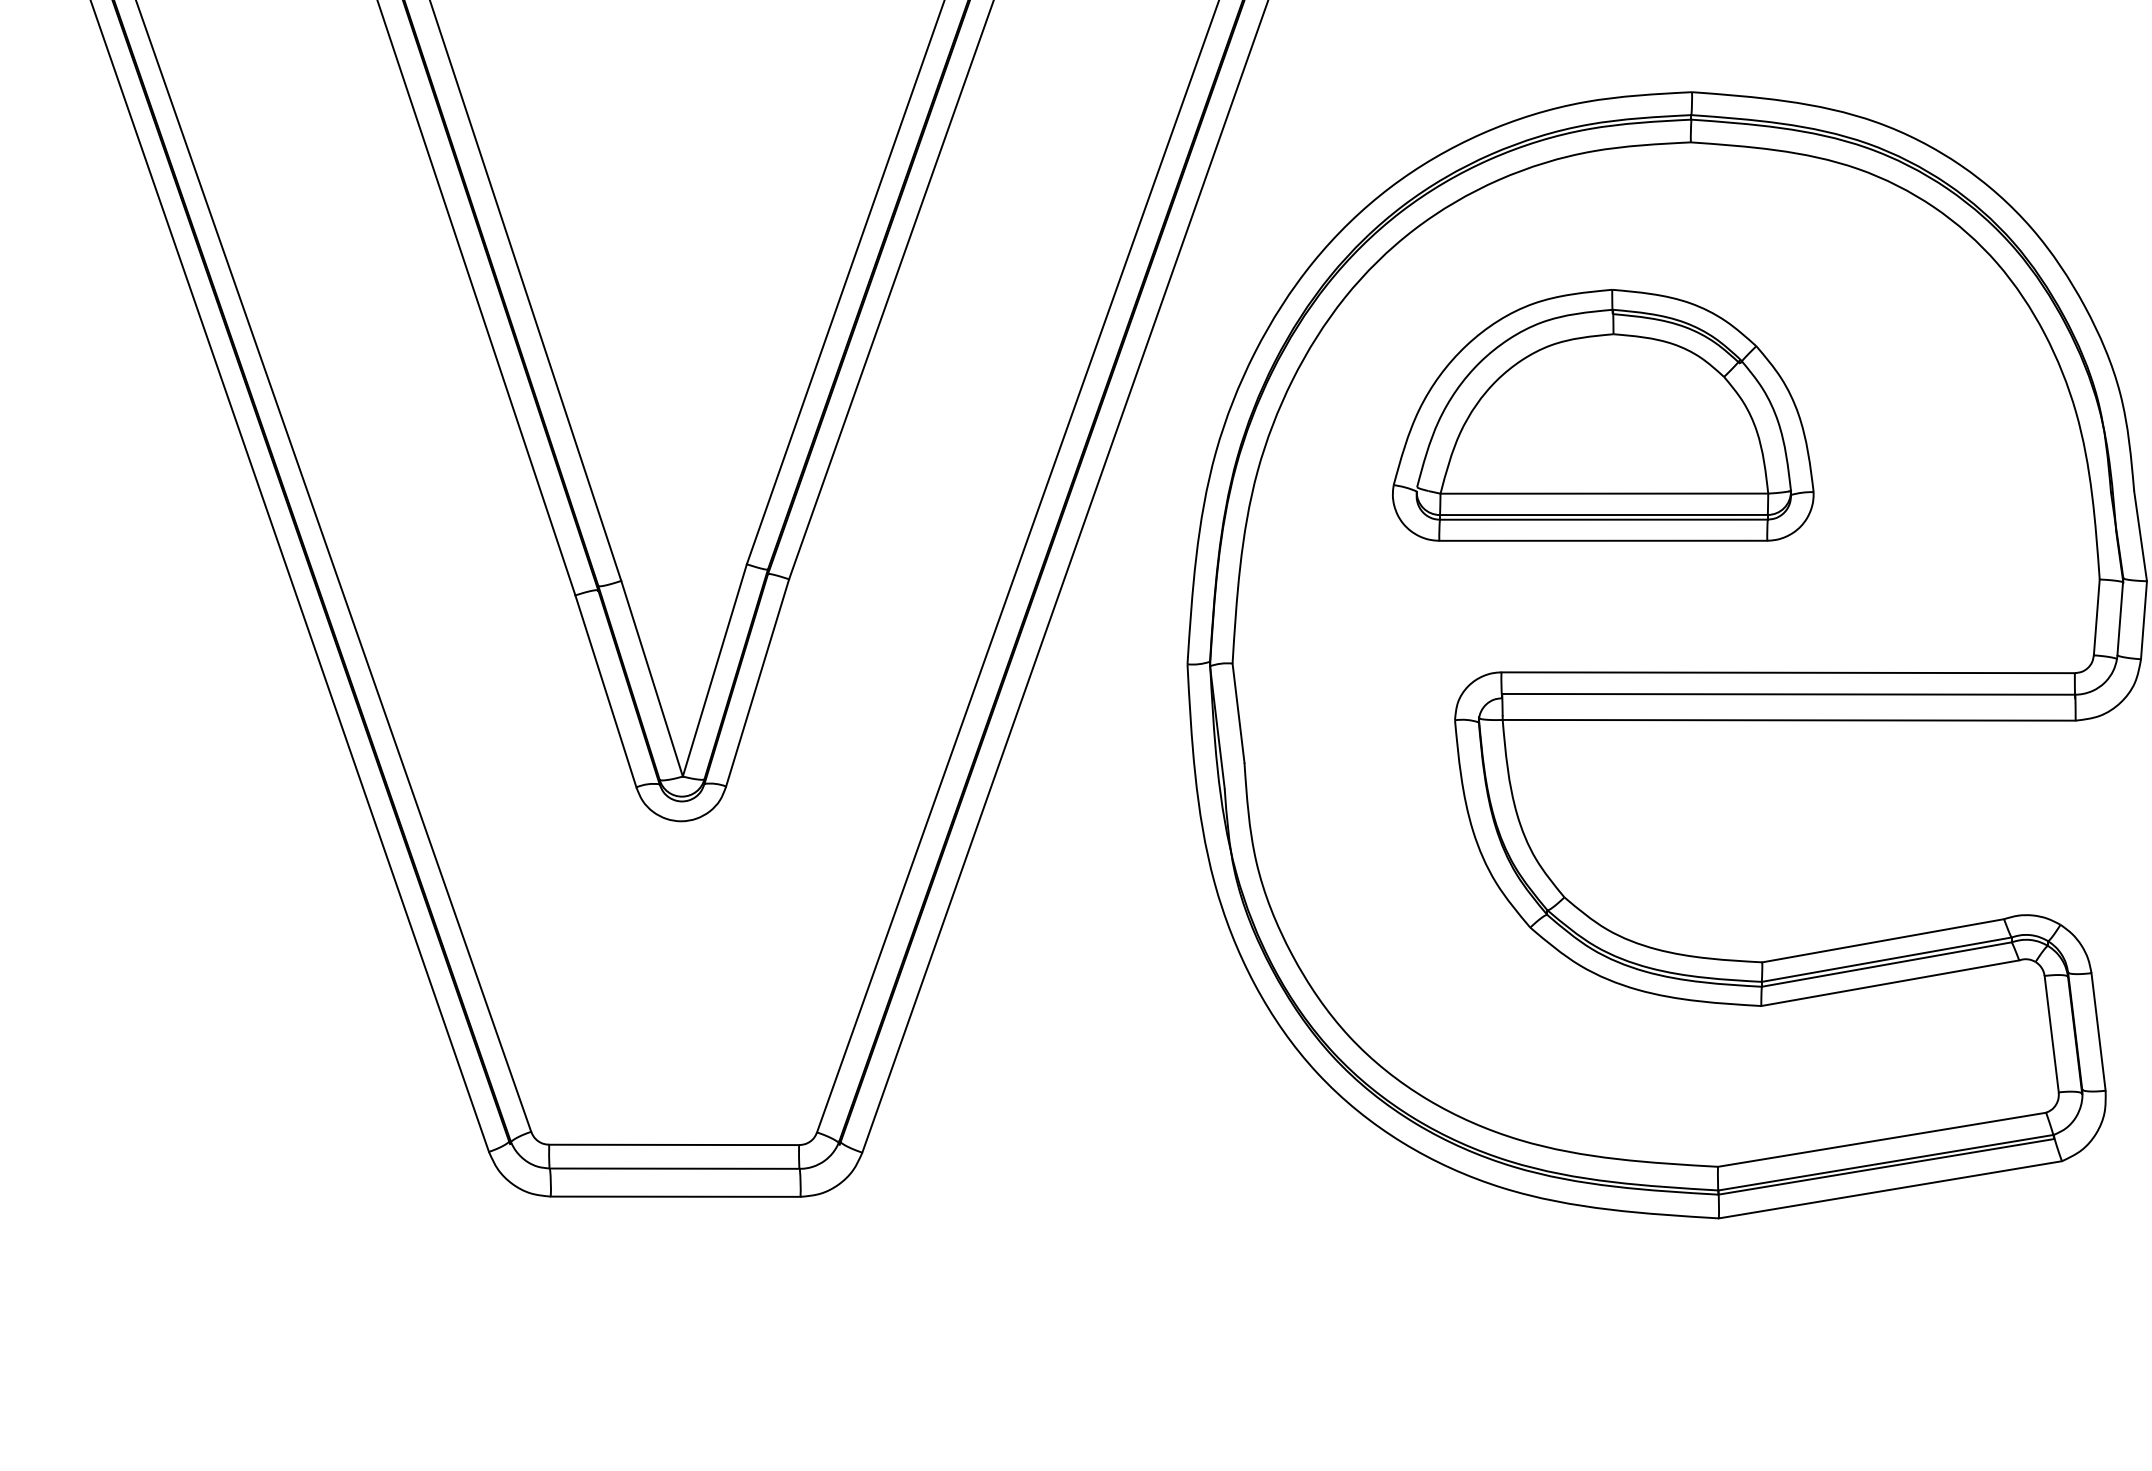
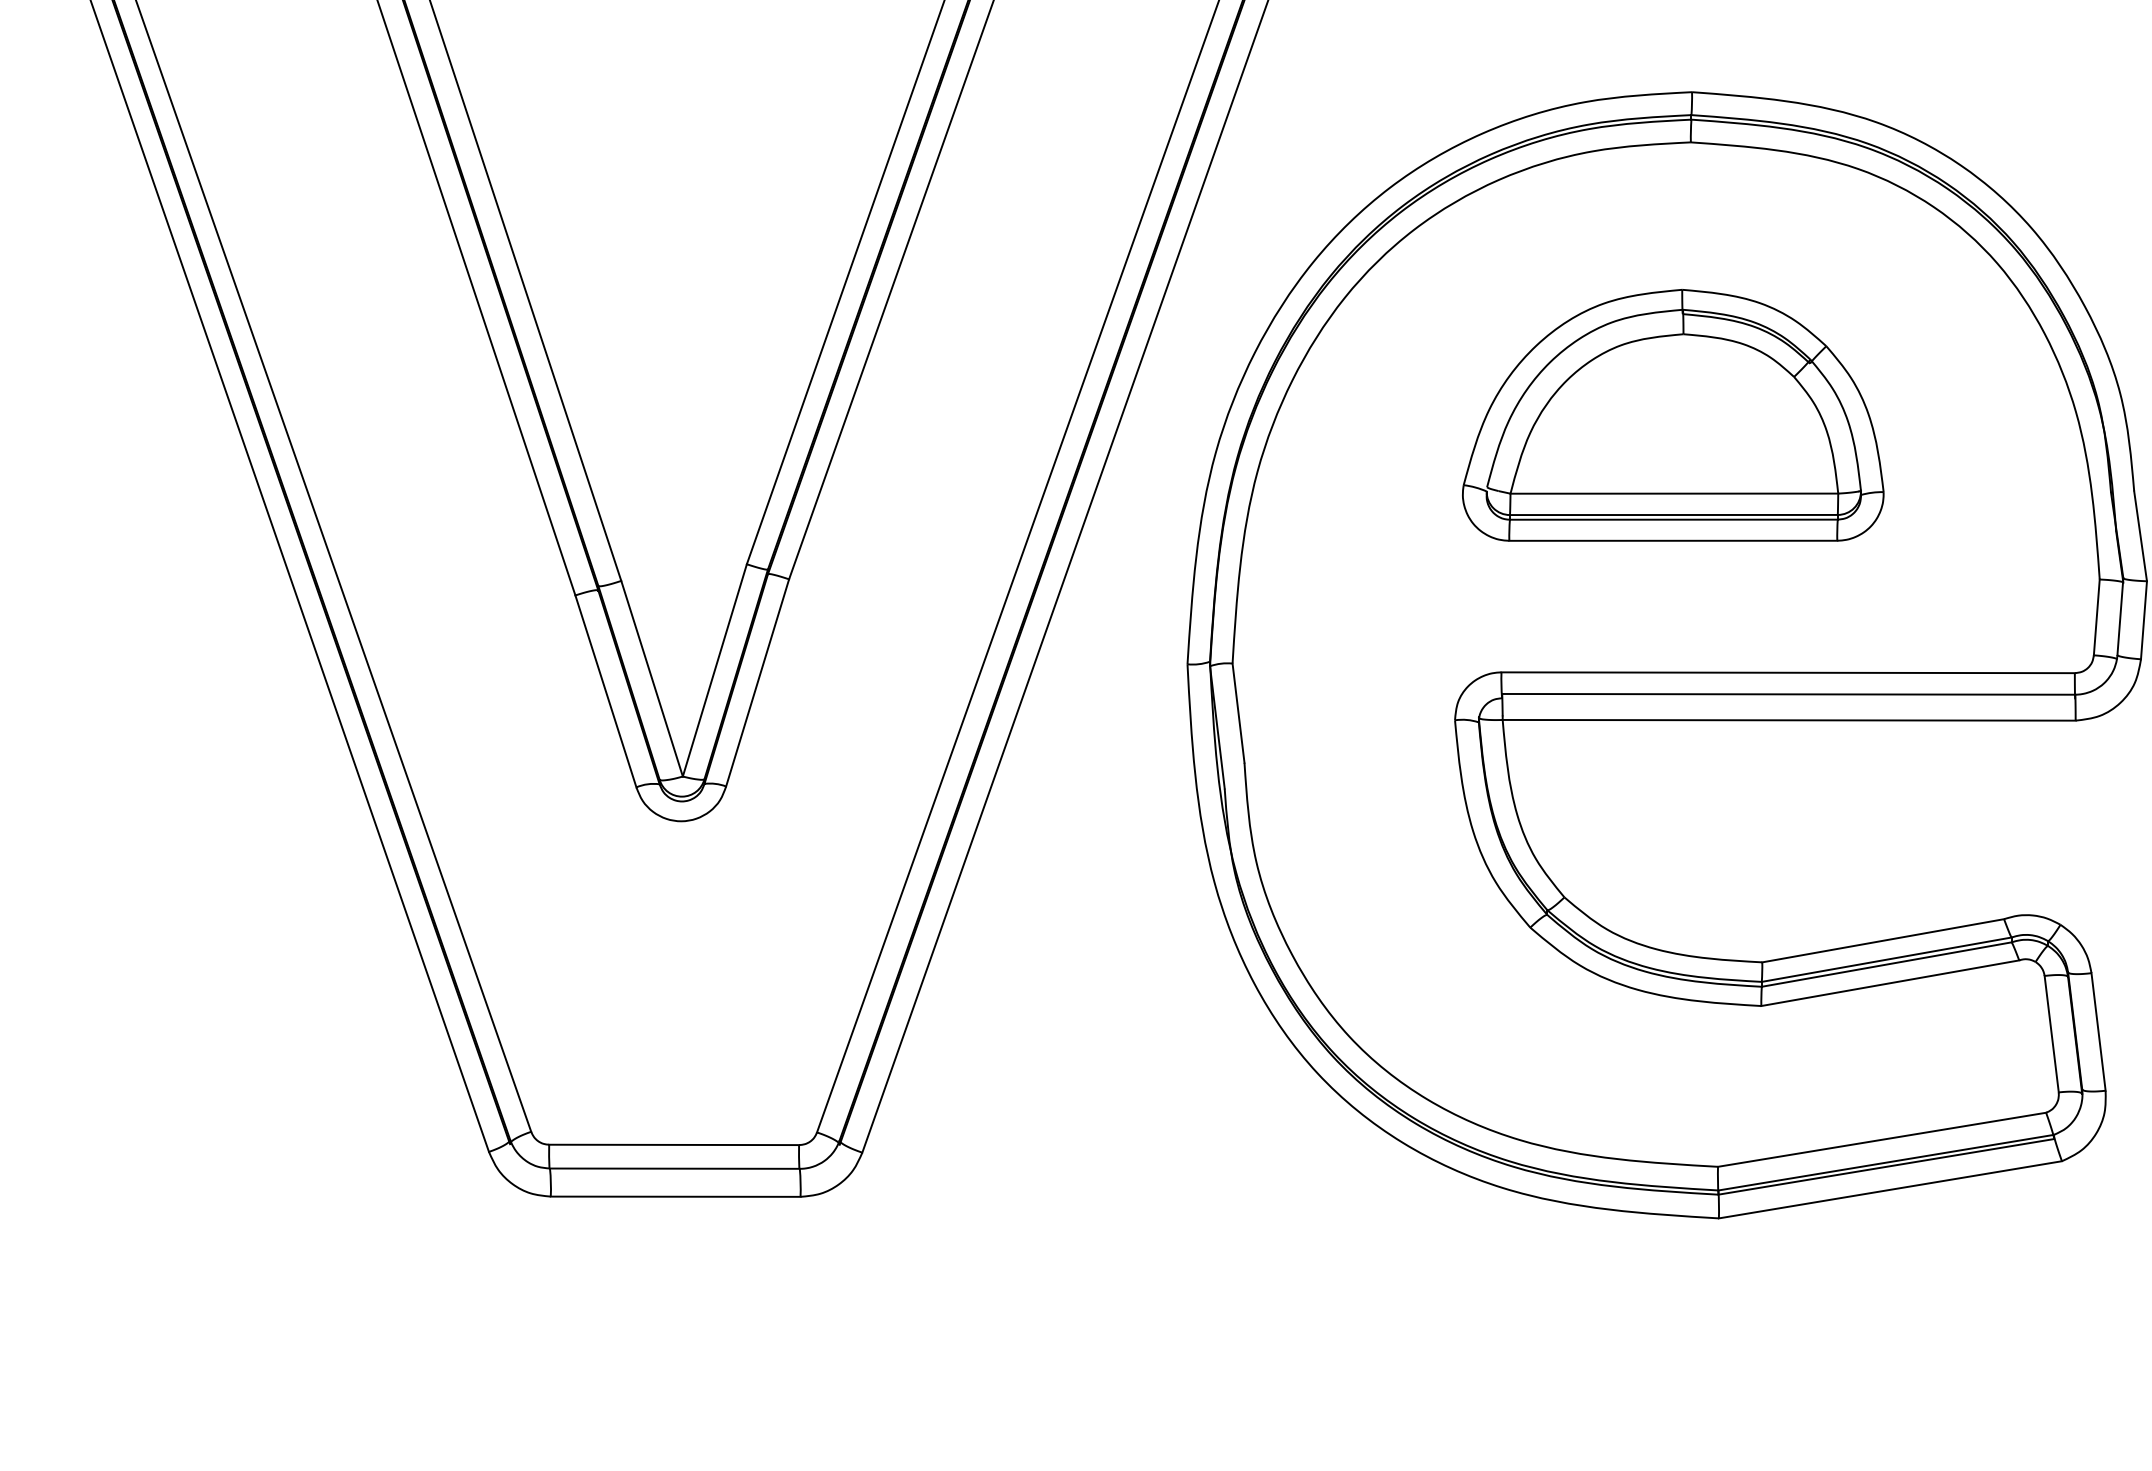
part at (1603, 415) position: (1603, 415) -> (1673, 415)
